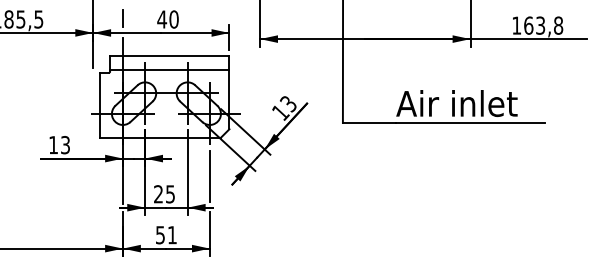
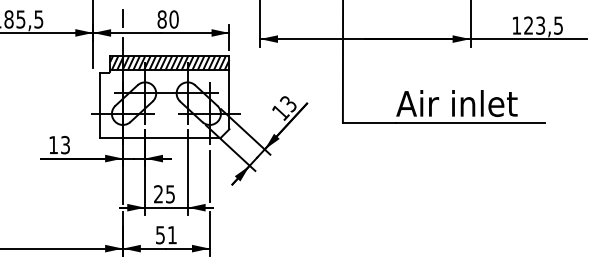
text at (162, 19): 40 -> 80
text at (543, 25): 163,8 -> 123,5
hatch at (169, 63): none -> present
